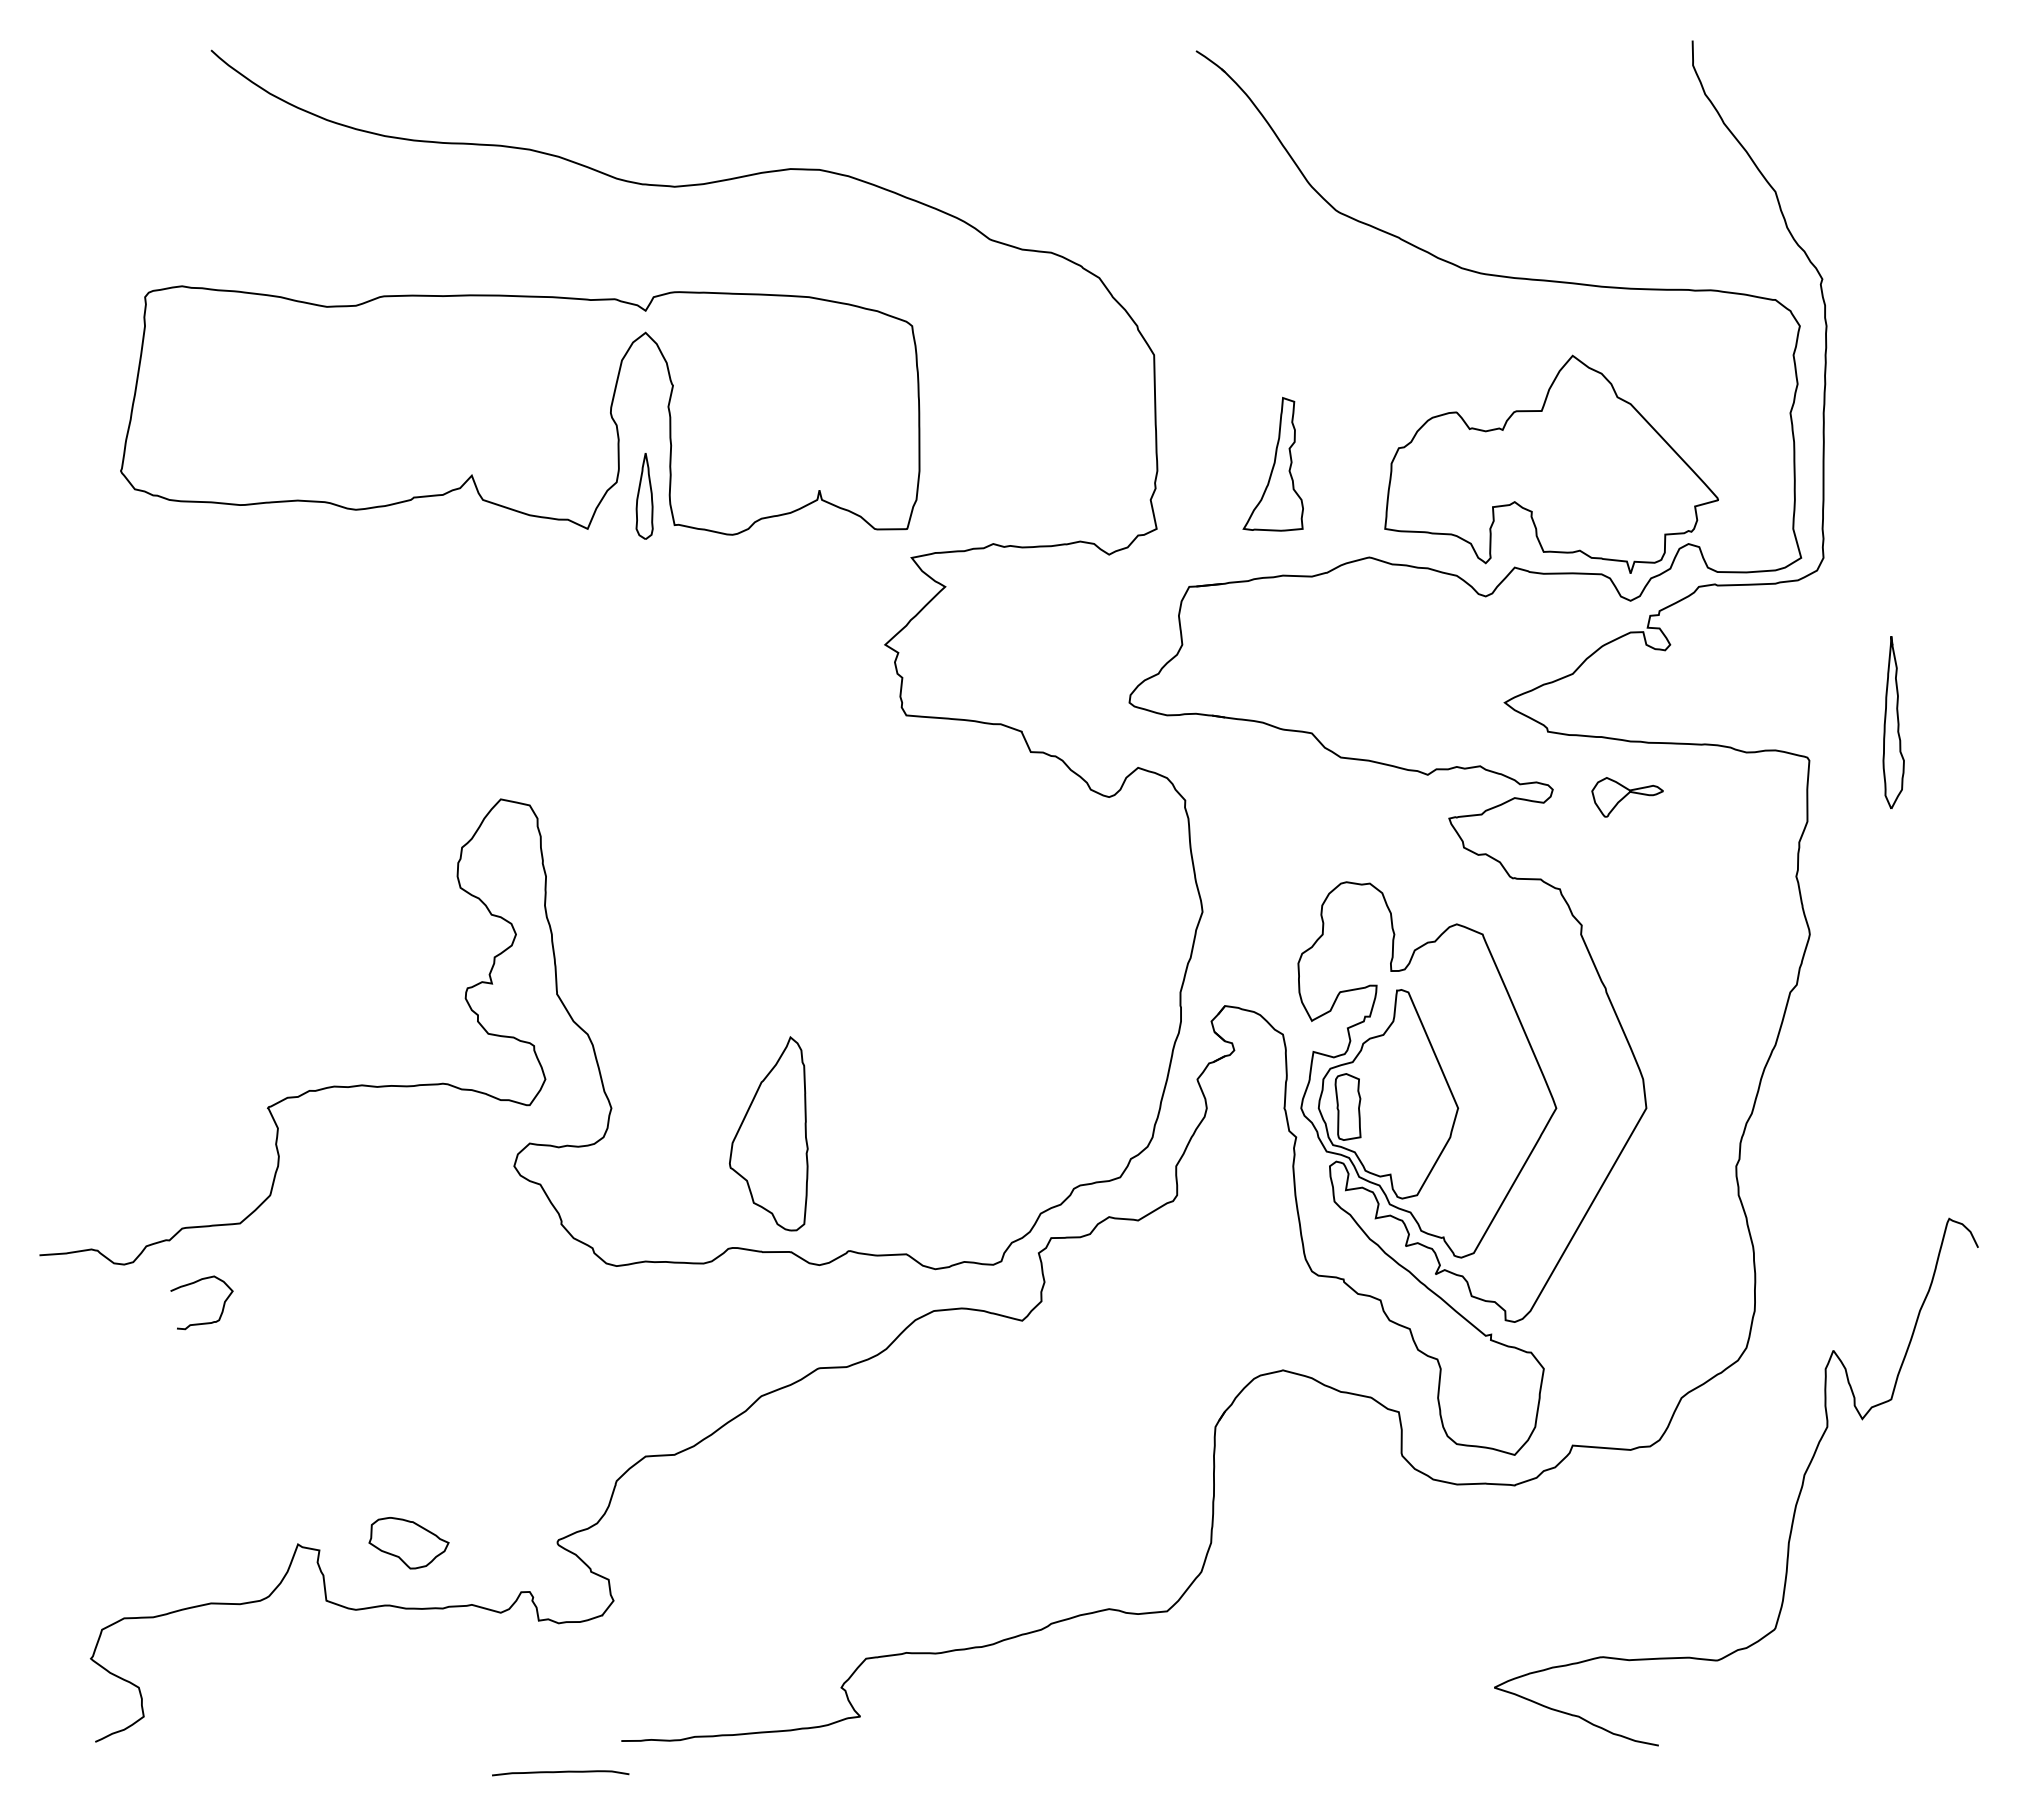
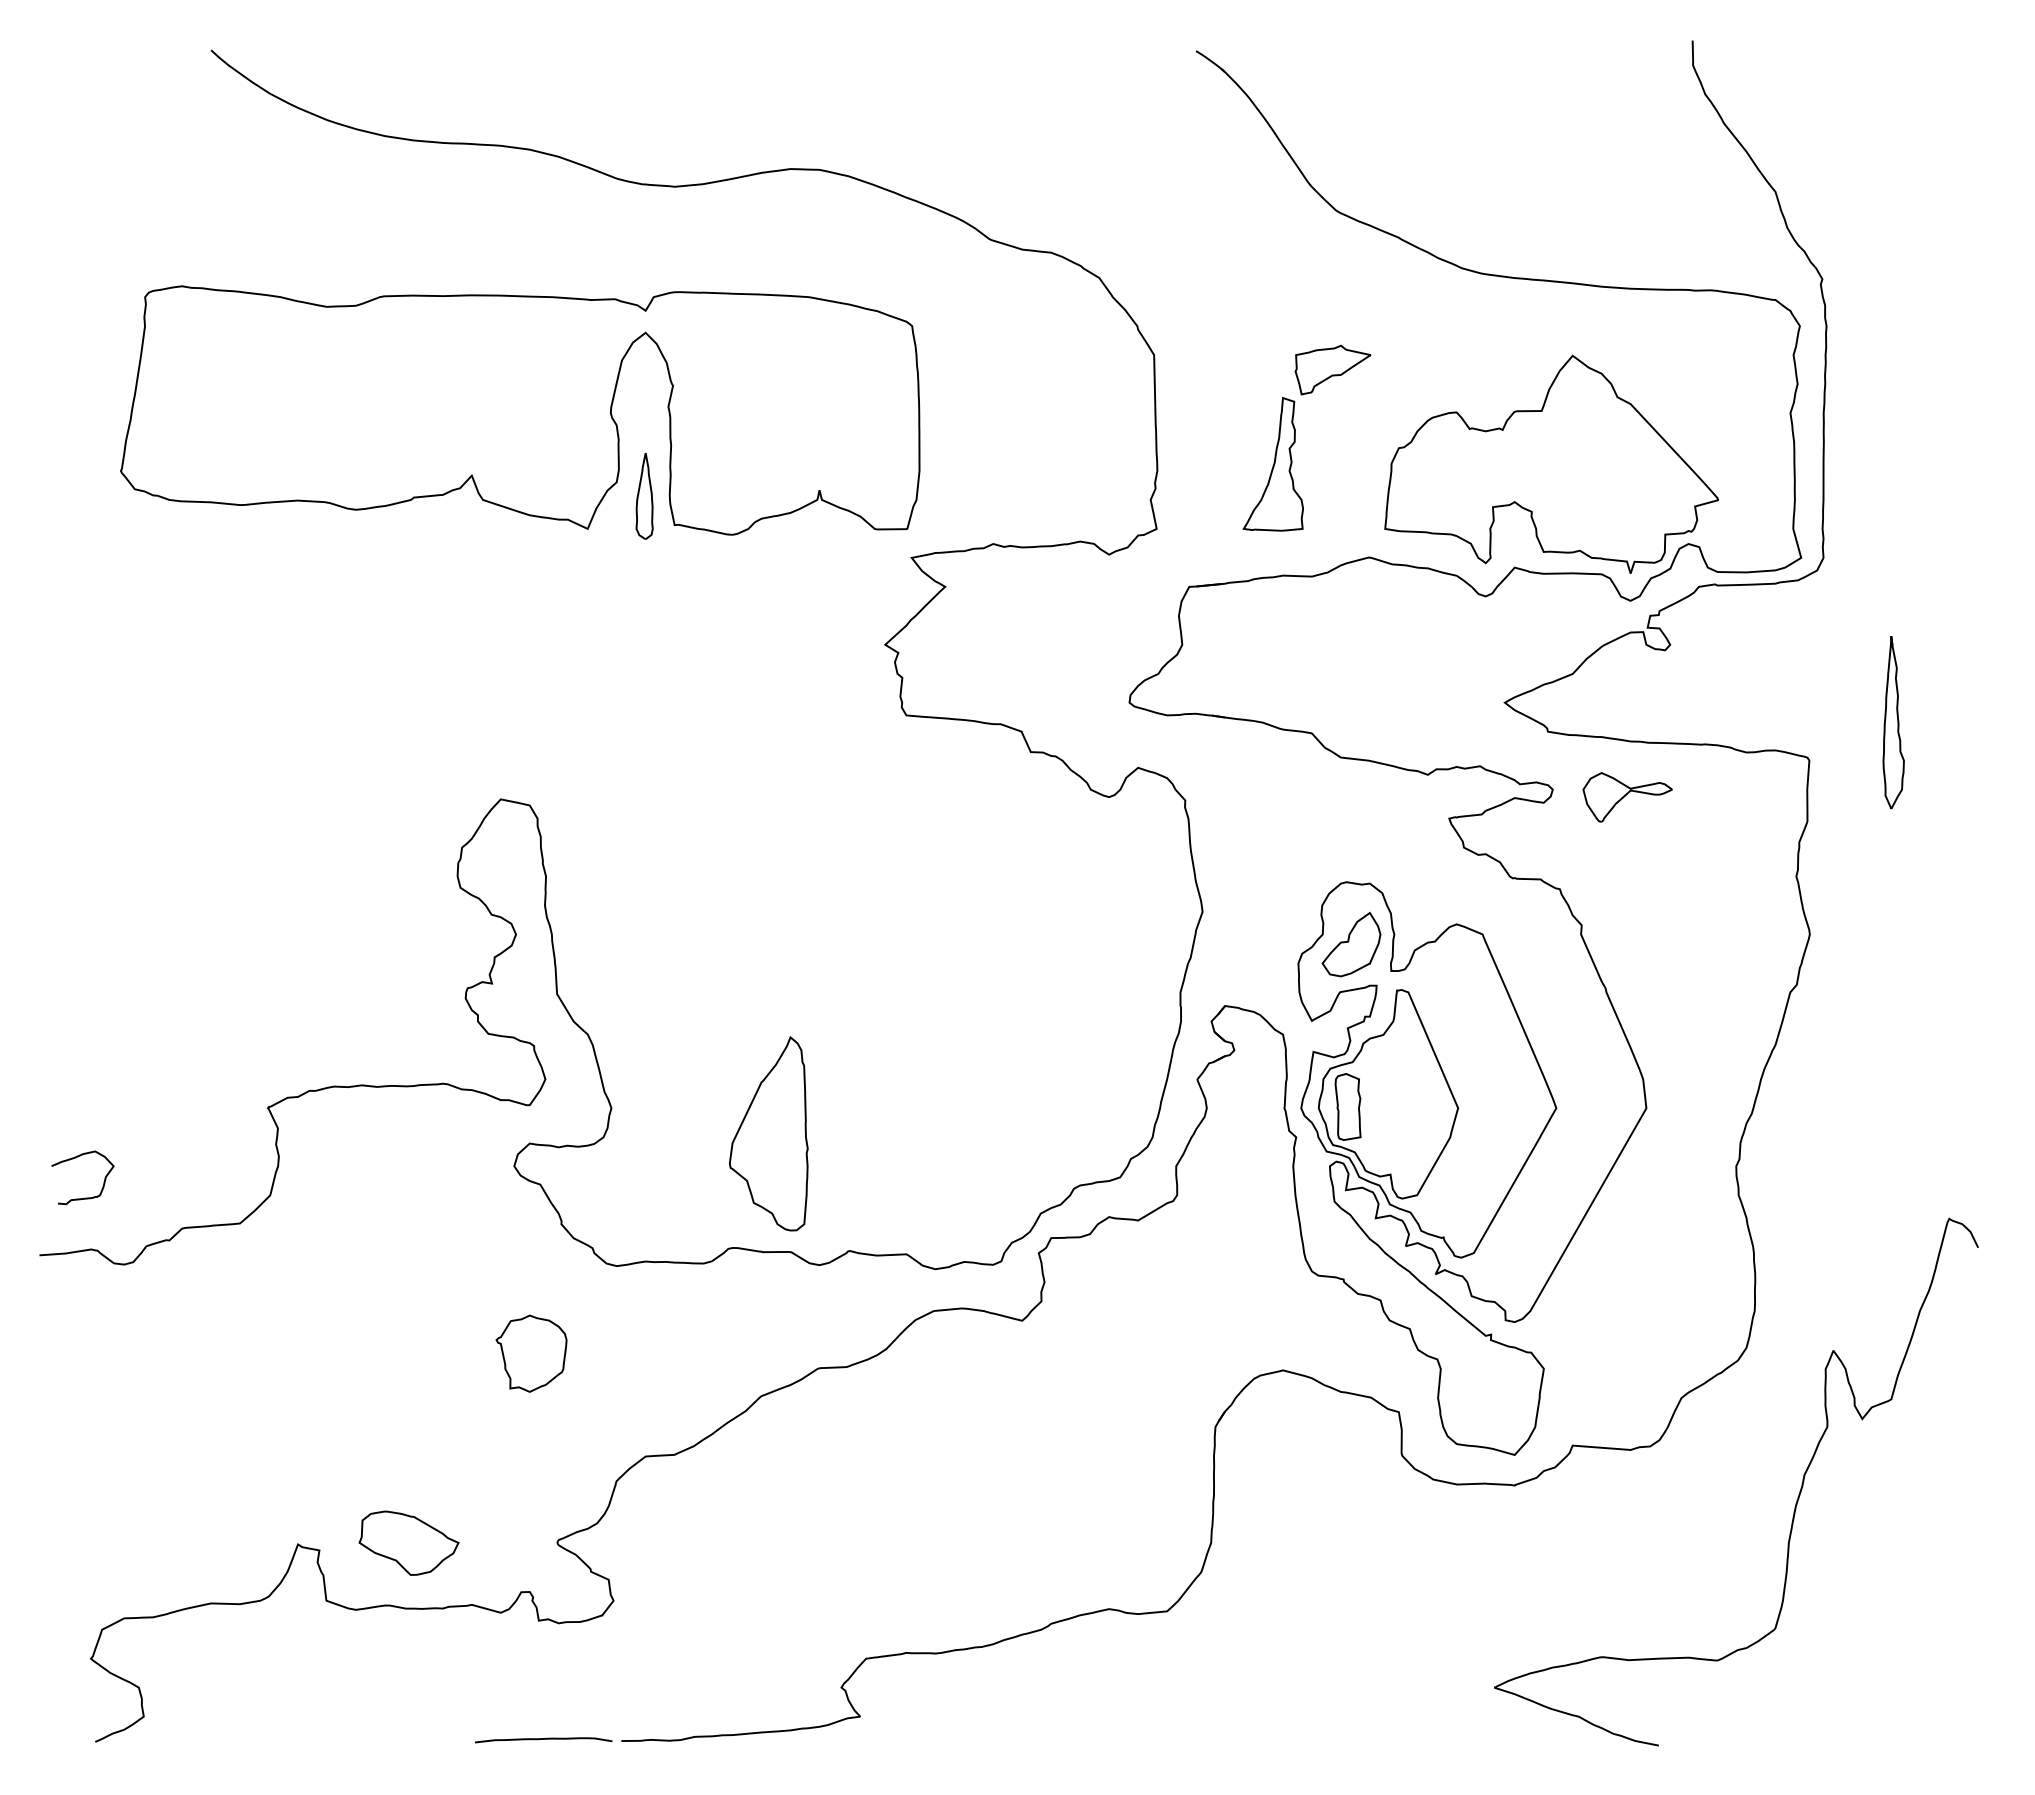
part at (1332, 370): none -> present
part at (1627, 797) size: 73x41 px -> 91x51 px
part at (1351, 944): none -> present
curve at (203, 1322) position: (203, 1322) -> (84, 1197)
part at (531, 1353): none -> present
part at (408, 1543) size: 82x53 px -> 102x66 px
curve at (560, 1772) position: (560, 1772) -> (543, 1739)
